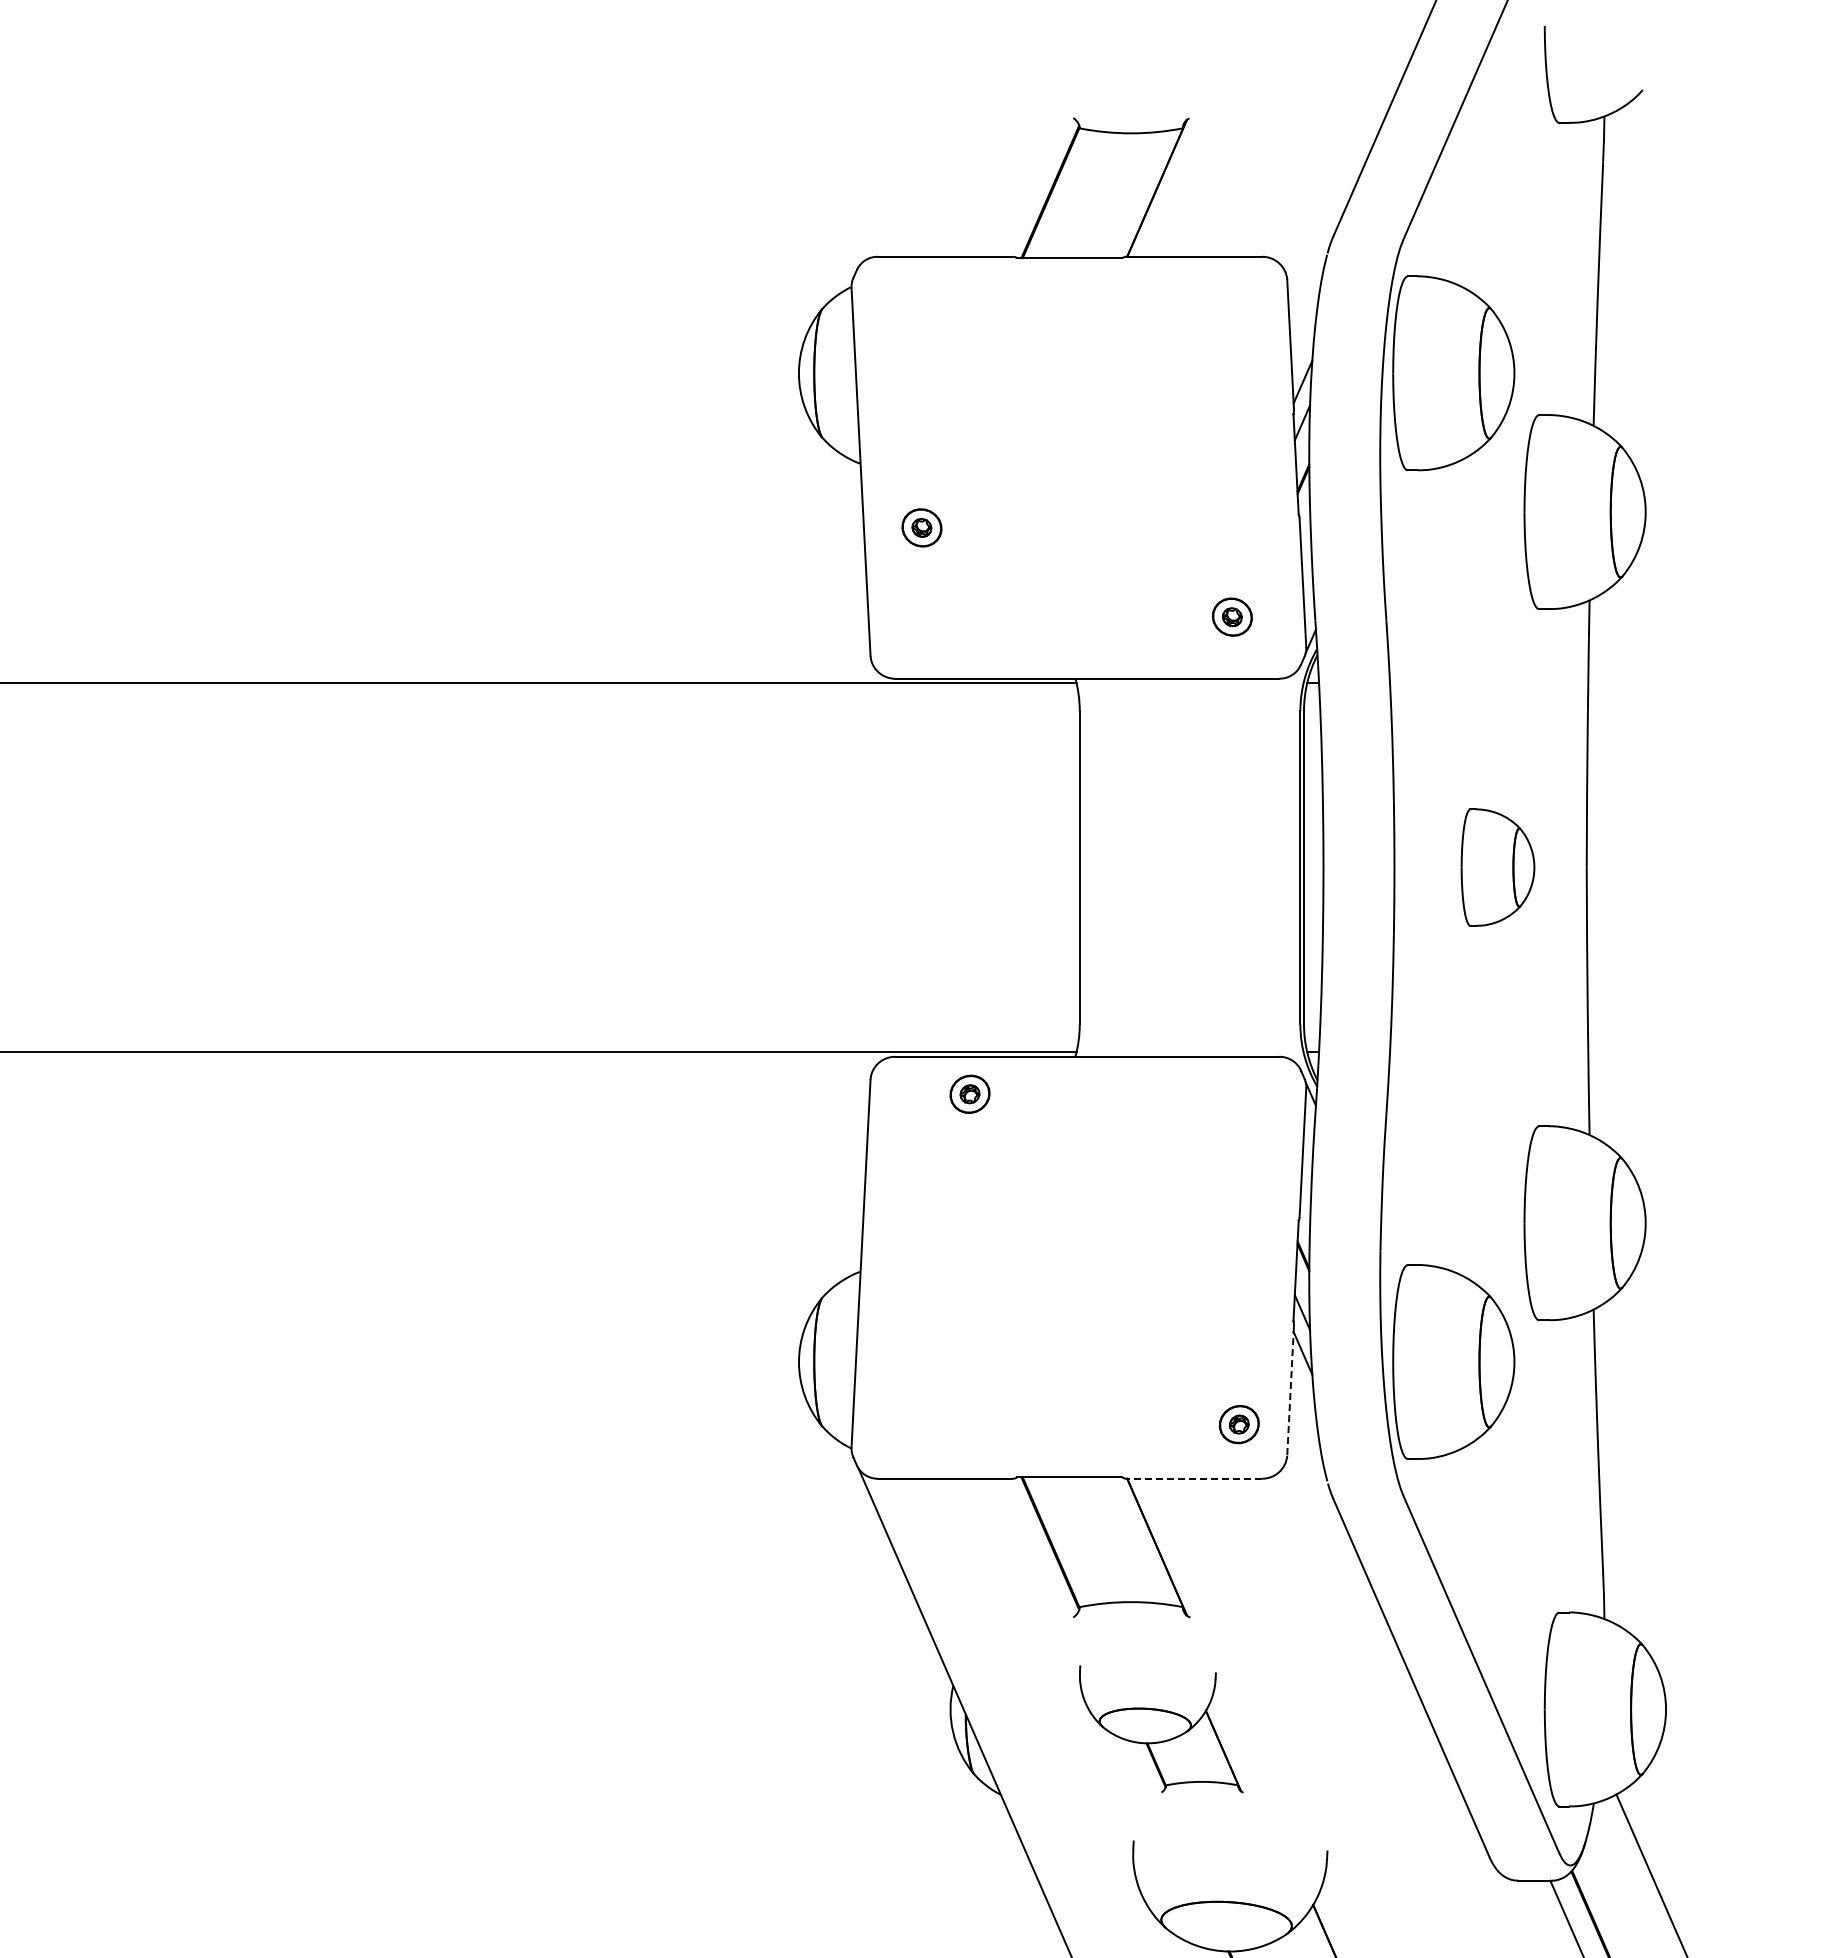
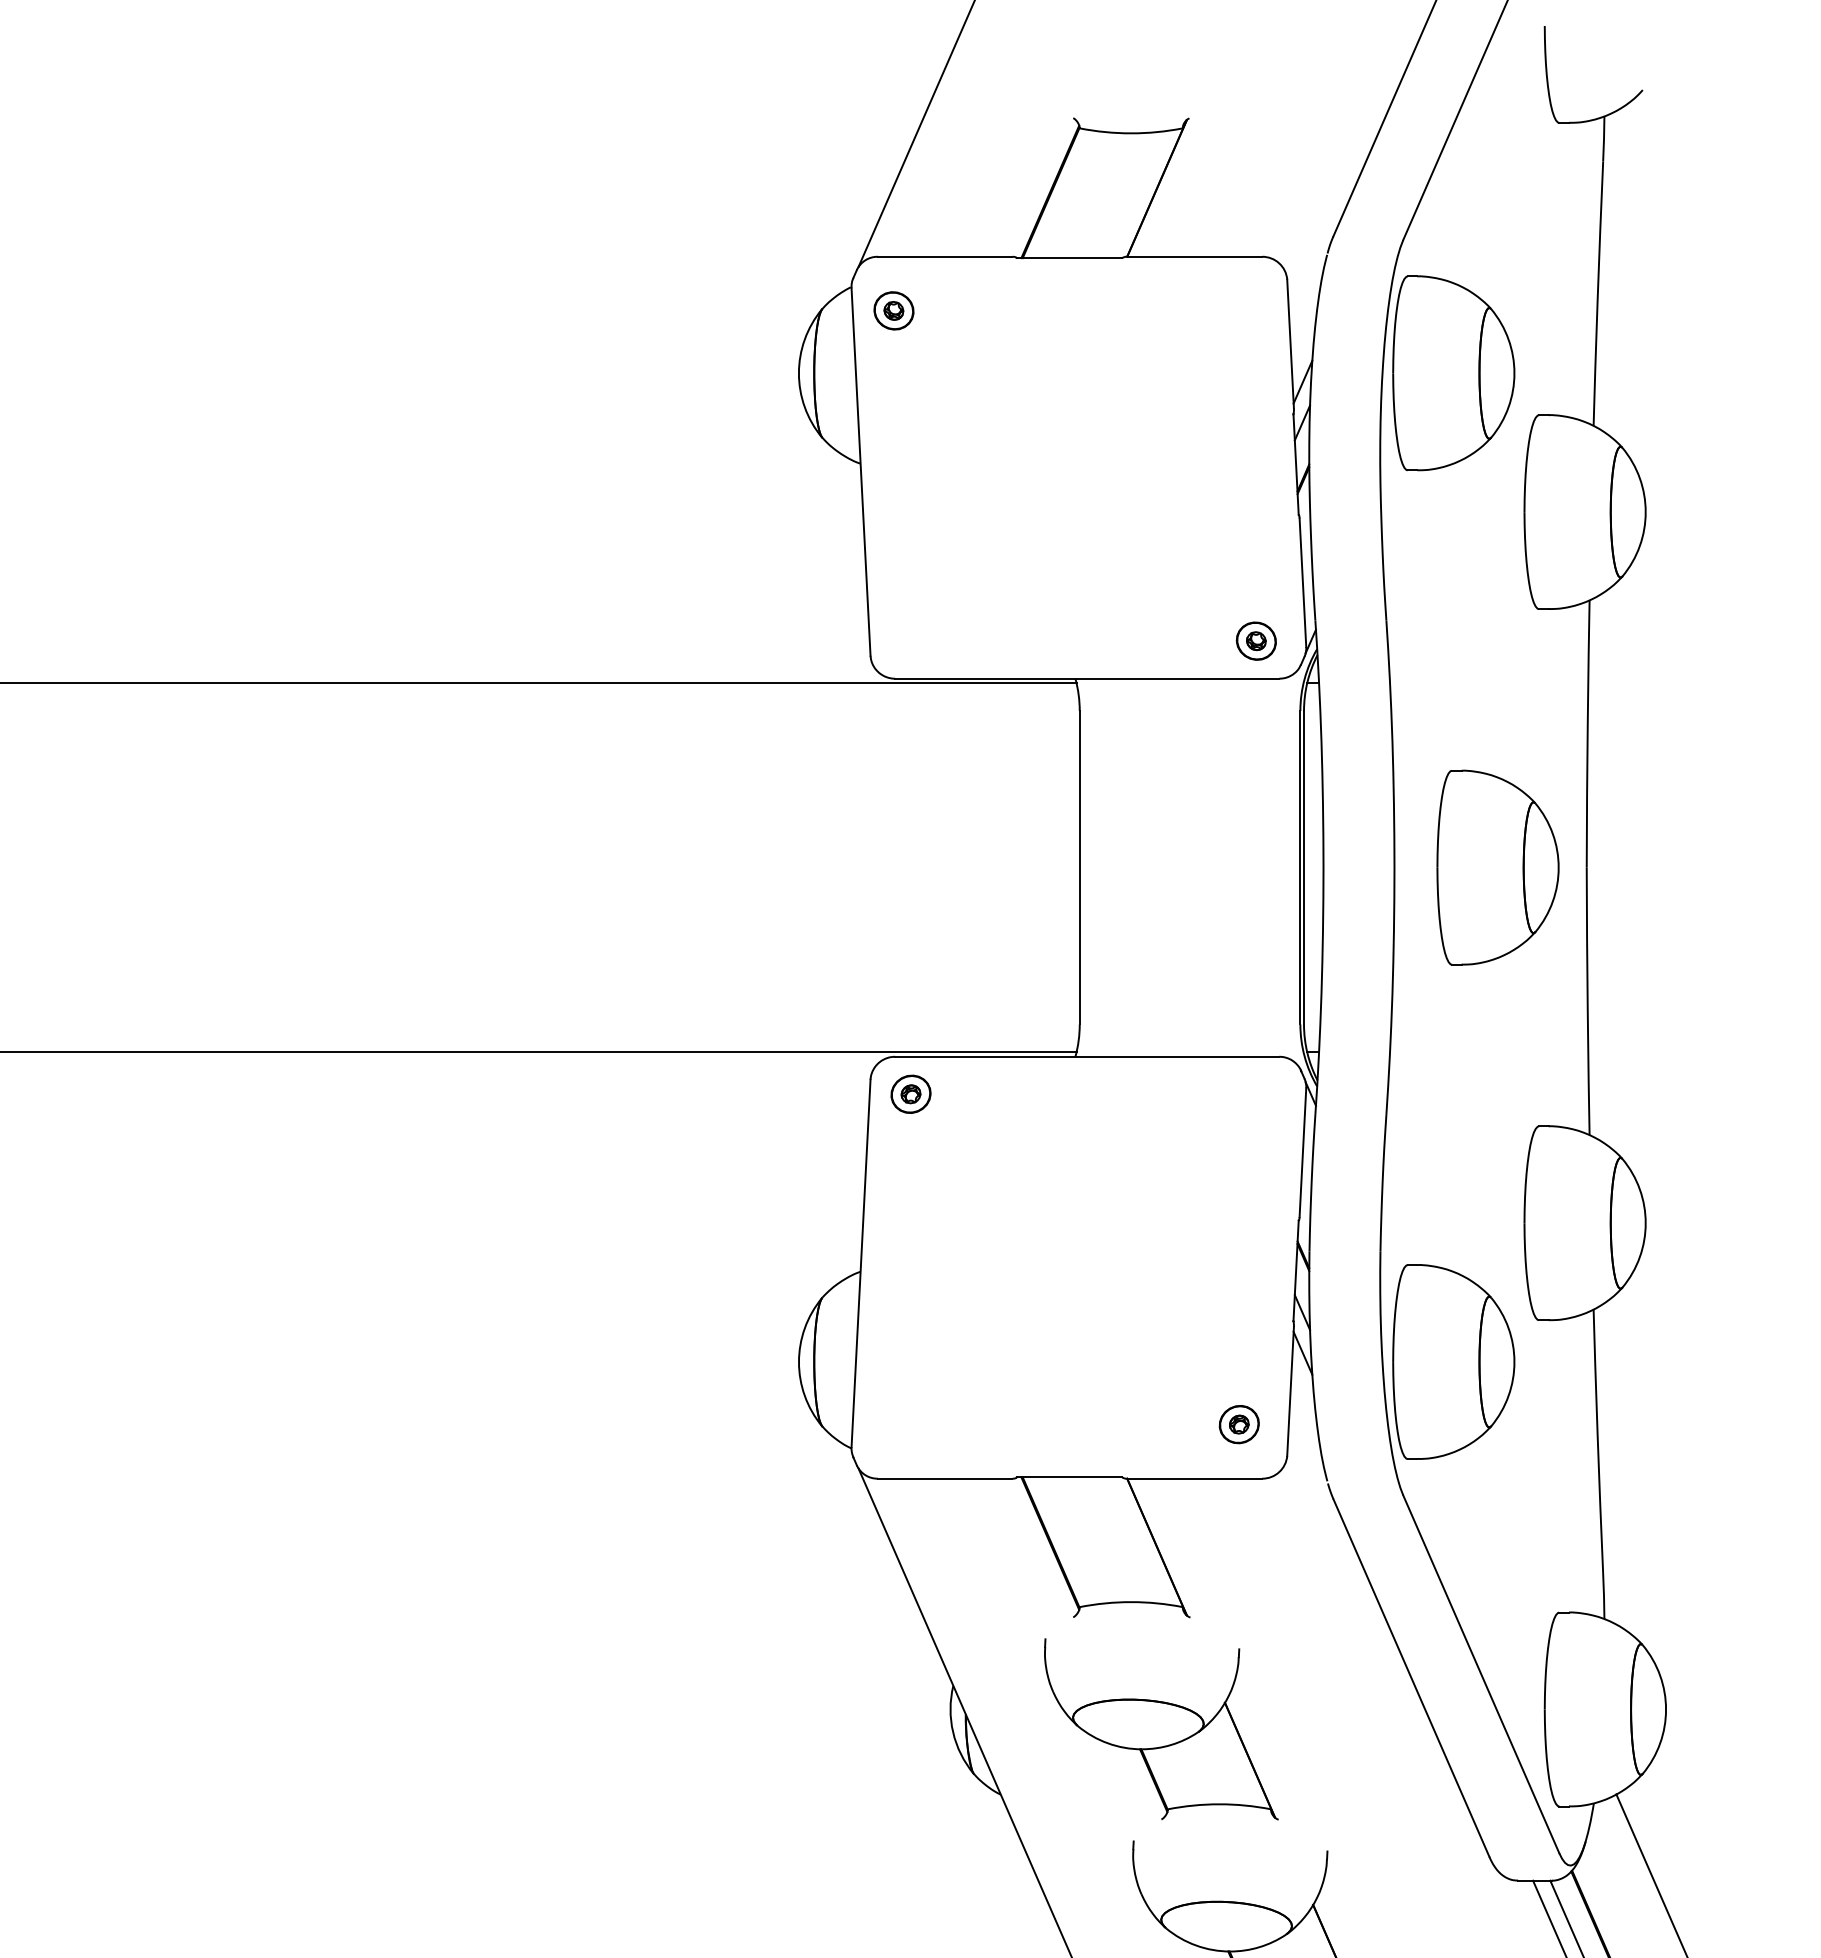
line at (915, 134): none -> present
part at (921, 527) position: (921, 527) -> (893, 310)
part at (1231, 616) position: (1231, 616) -> (1255, 640)
part at (1497, 867) size: 76x119 px -> 124x197 px
part at (969, 1093) position: (969, 1093) -> (910, 1093)
line at (1290, 1391): dashed -> solid
line at (1194, 1478): dashed -> solid
part at (1161, 1729) size: 165x129 px -> 235x183 px
line at (1549, 1917): none -> present
